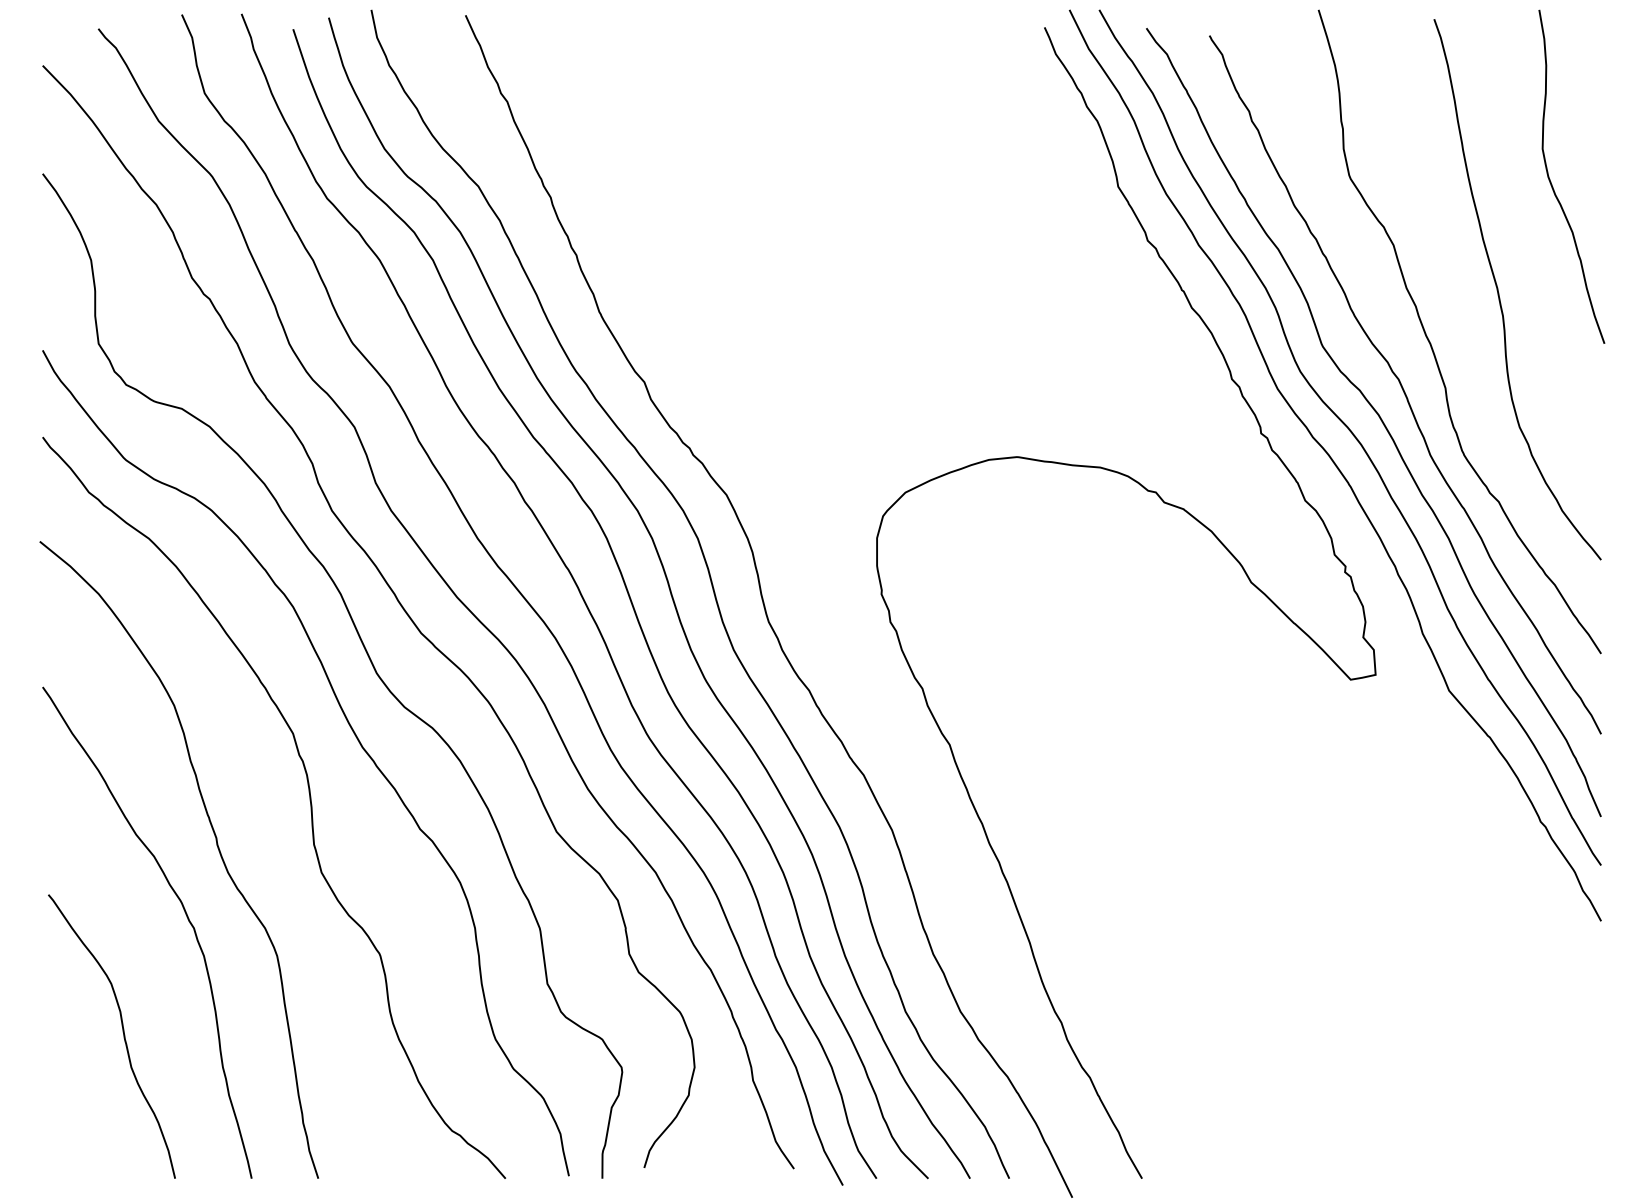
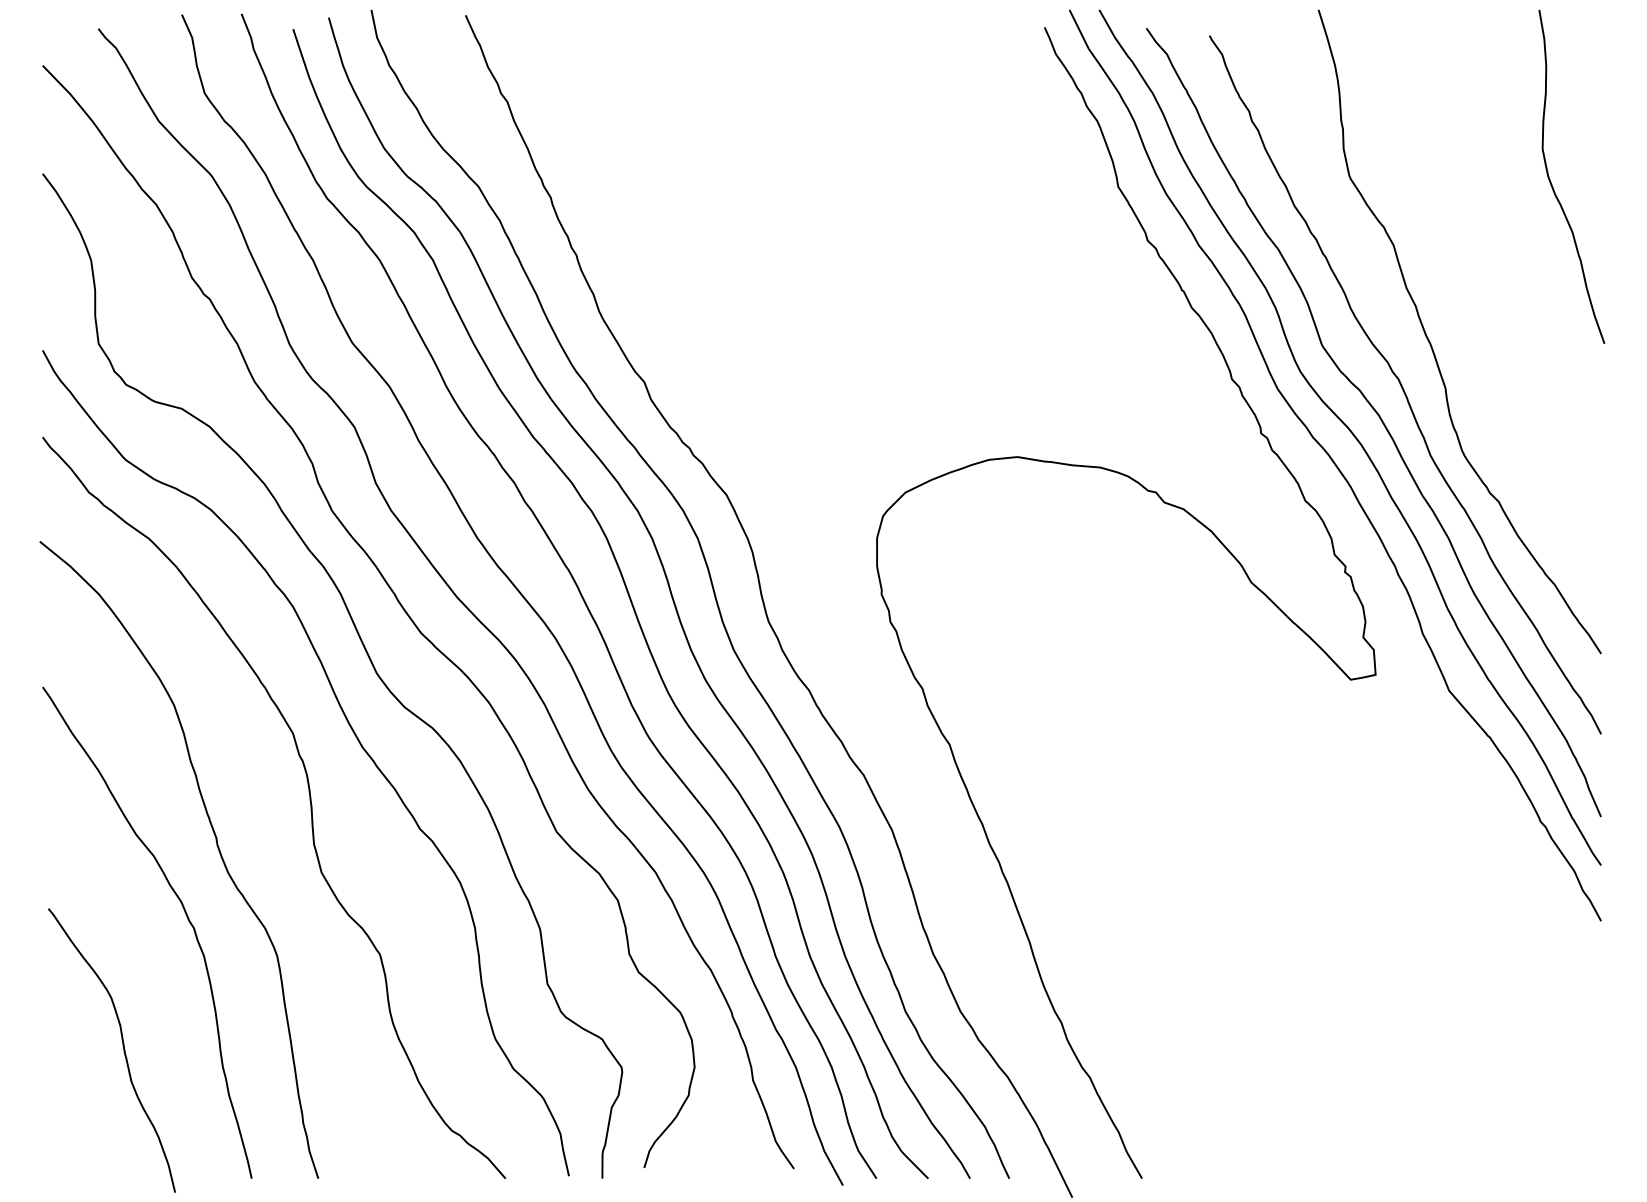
curve at (1499, 293): present -> none
curve at (122, 1032) position: (122, 1032) -> (122, 1046)
